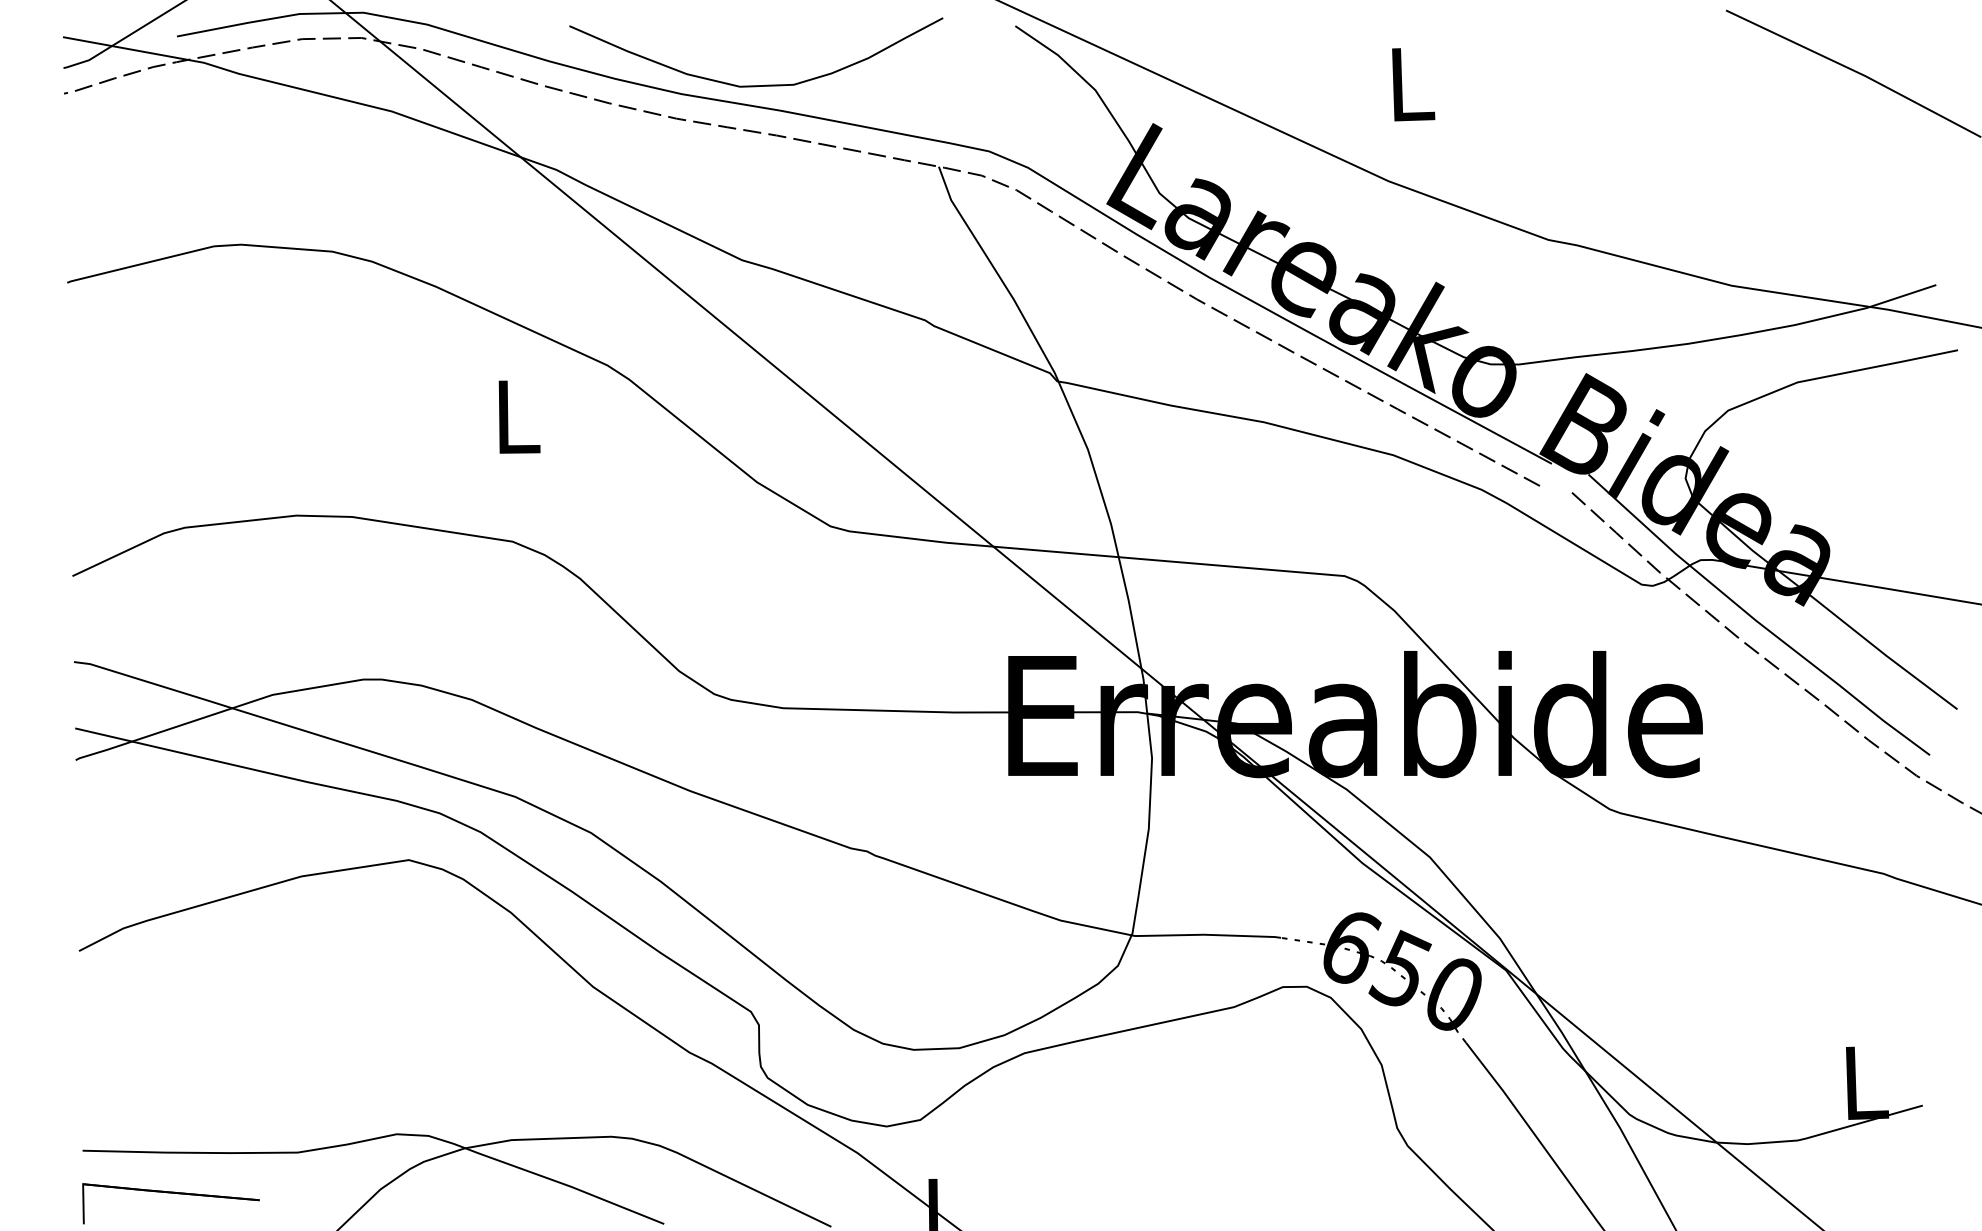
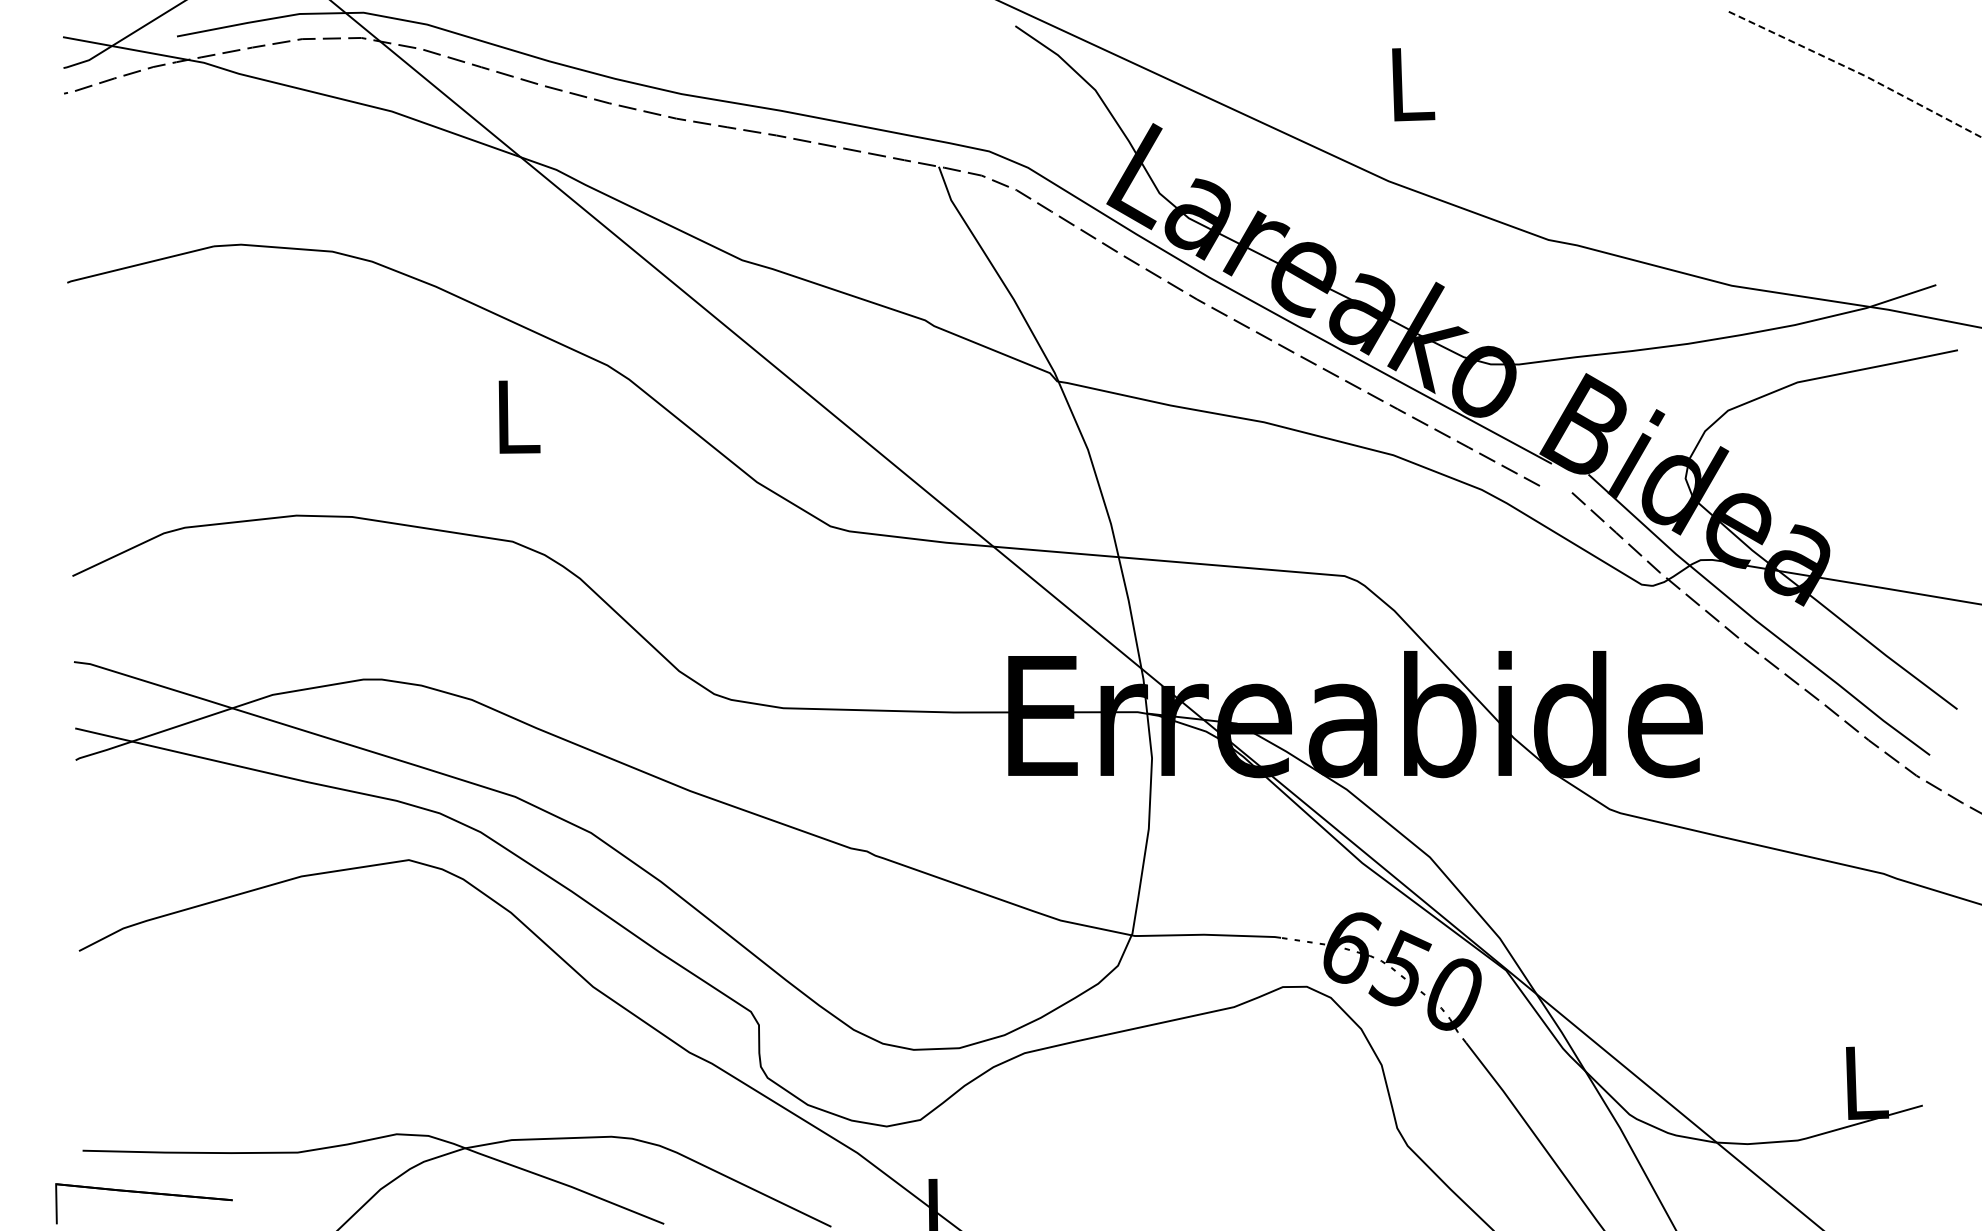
line at (1854, 71): solid -> dashed
curve at (756, 85): present -> none
part at (170, 1193) position: (170, 1193) -> (143, 1193)
